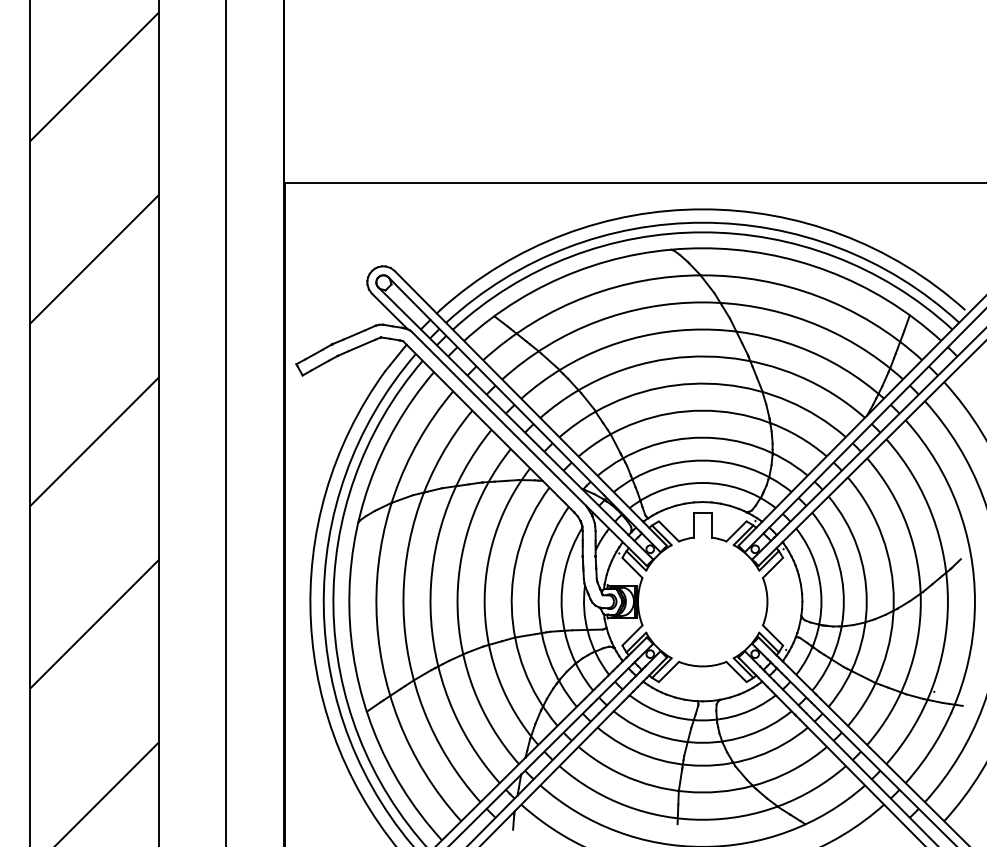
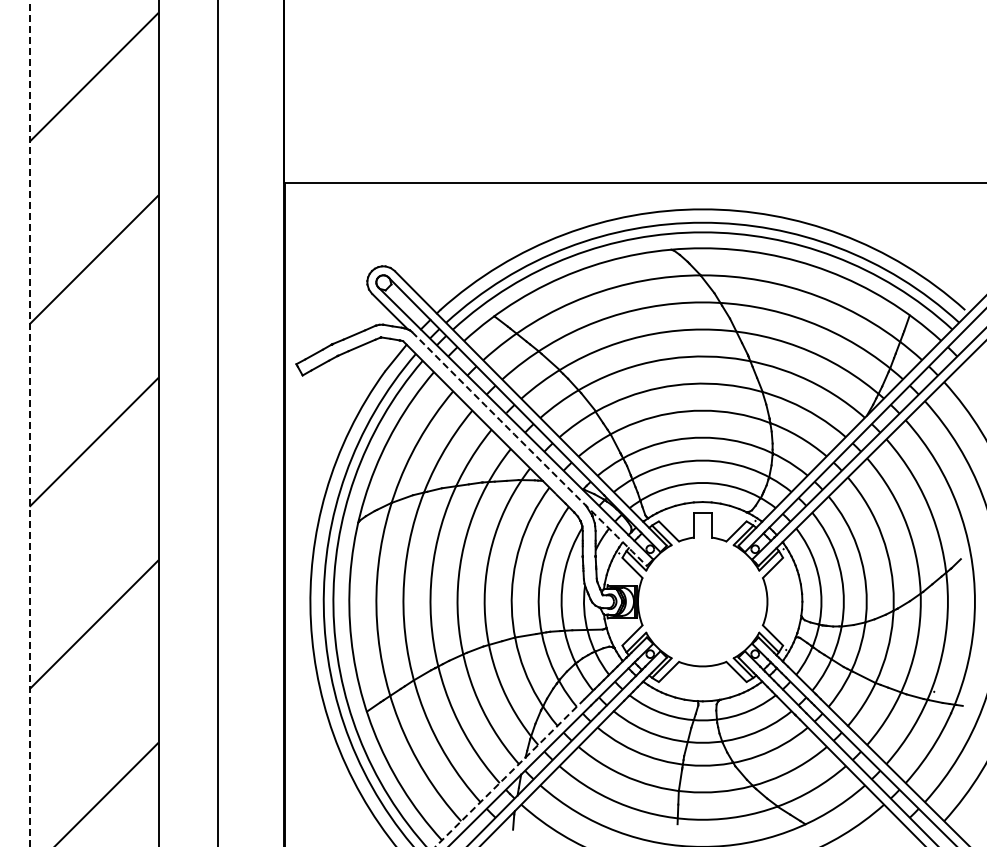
line at (225, 422) position: (225, 422) -> (217, 422)
line at (29, 423): solid -> dashed
arc at (529, 449): solid -> dashed
line at (510, 772): solid -> dashed
